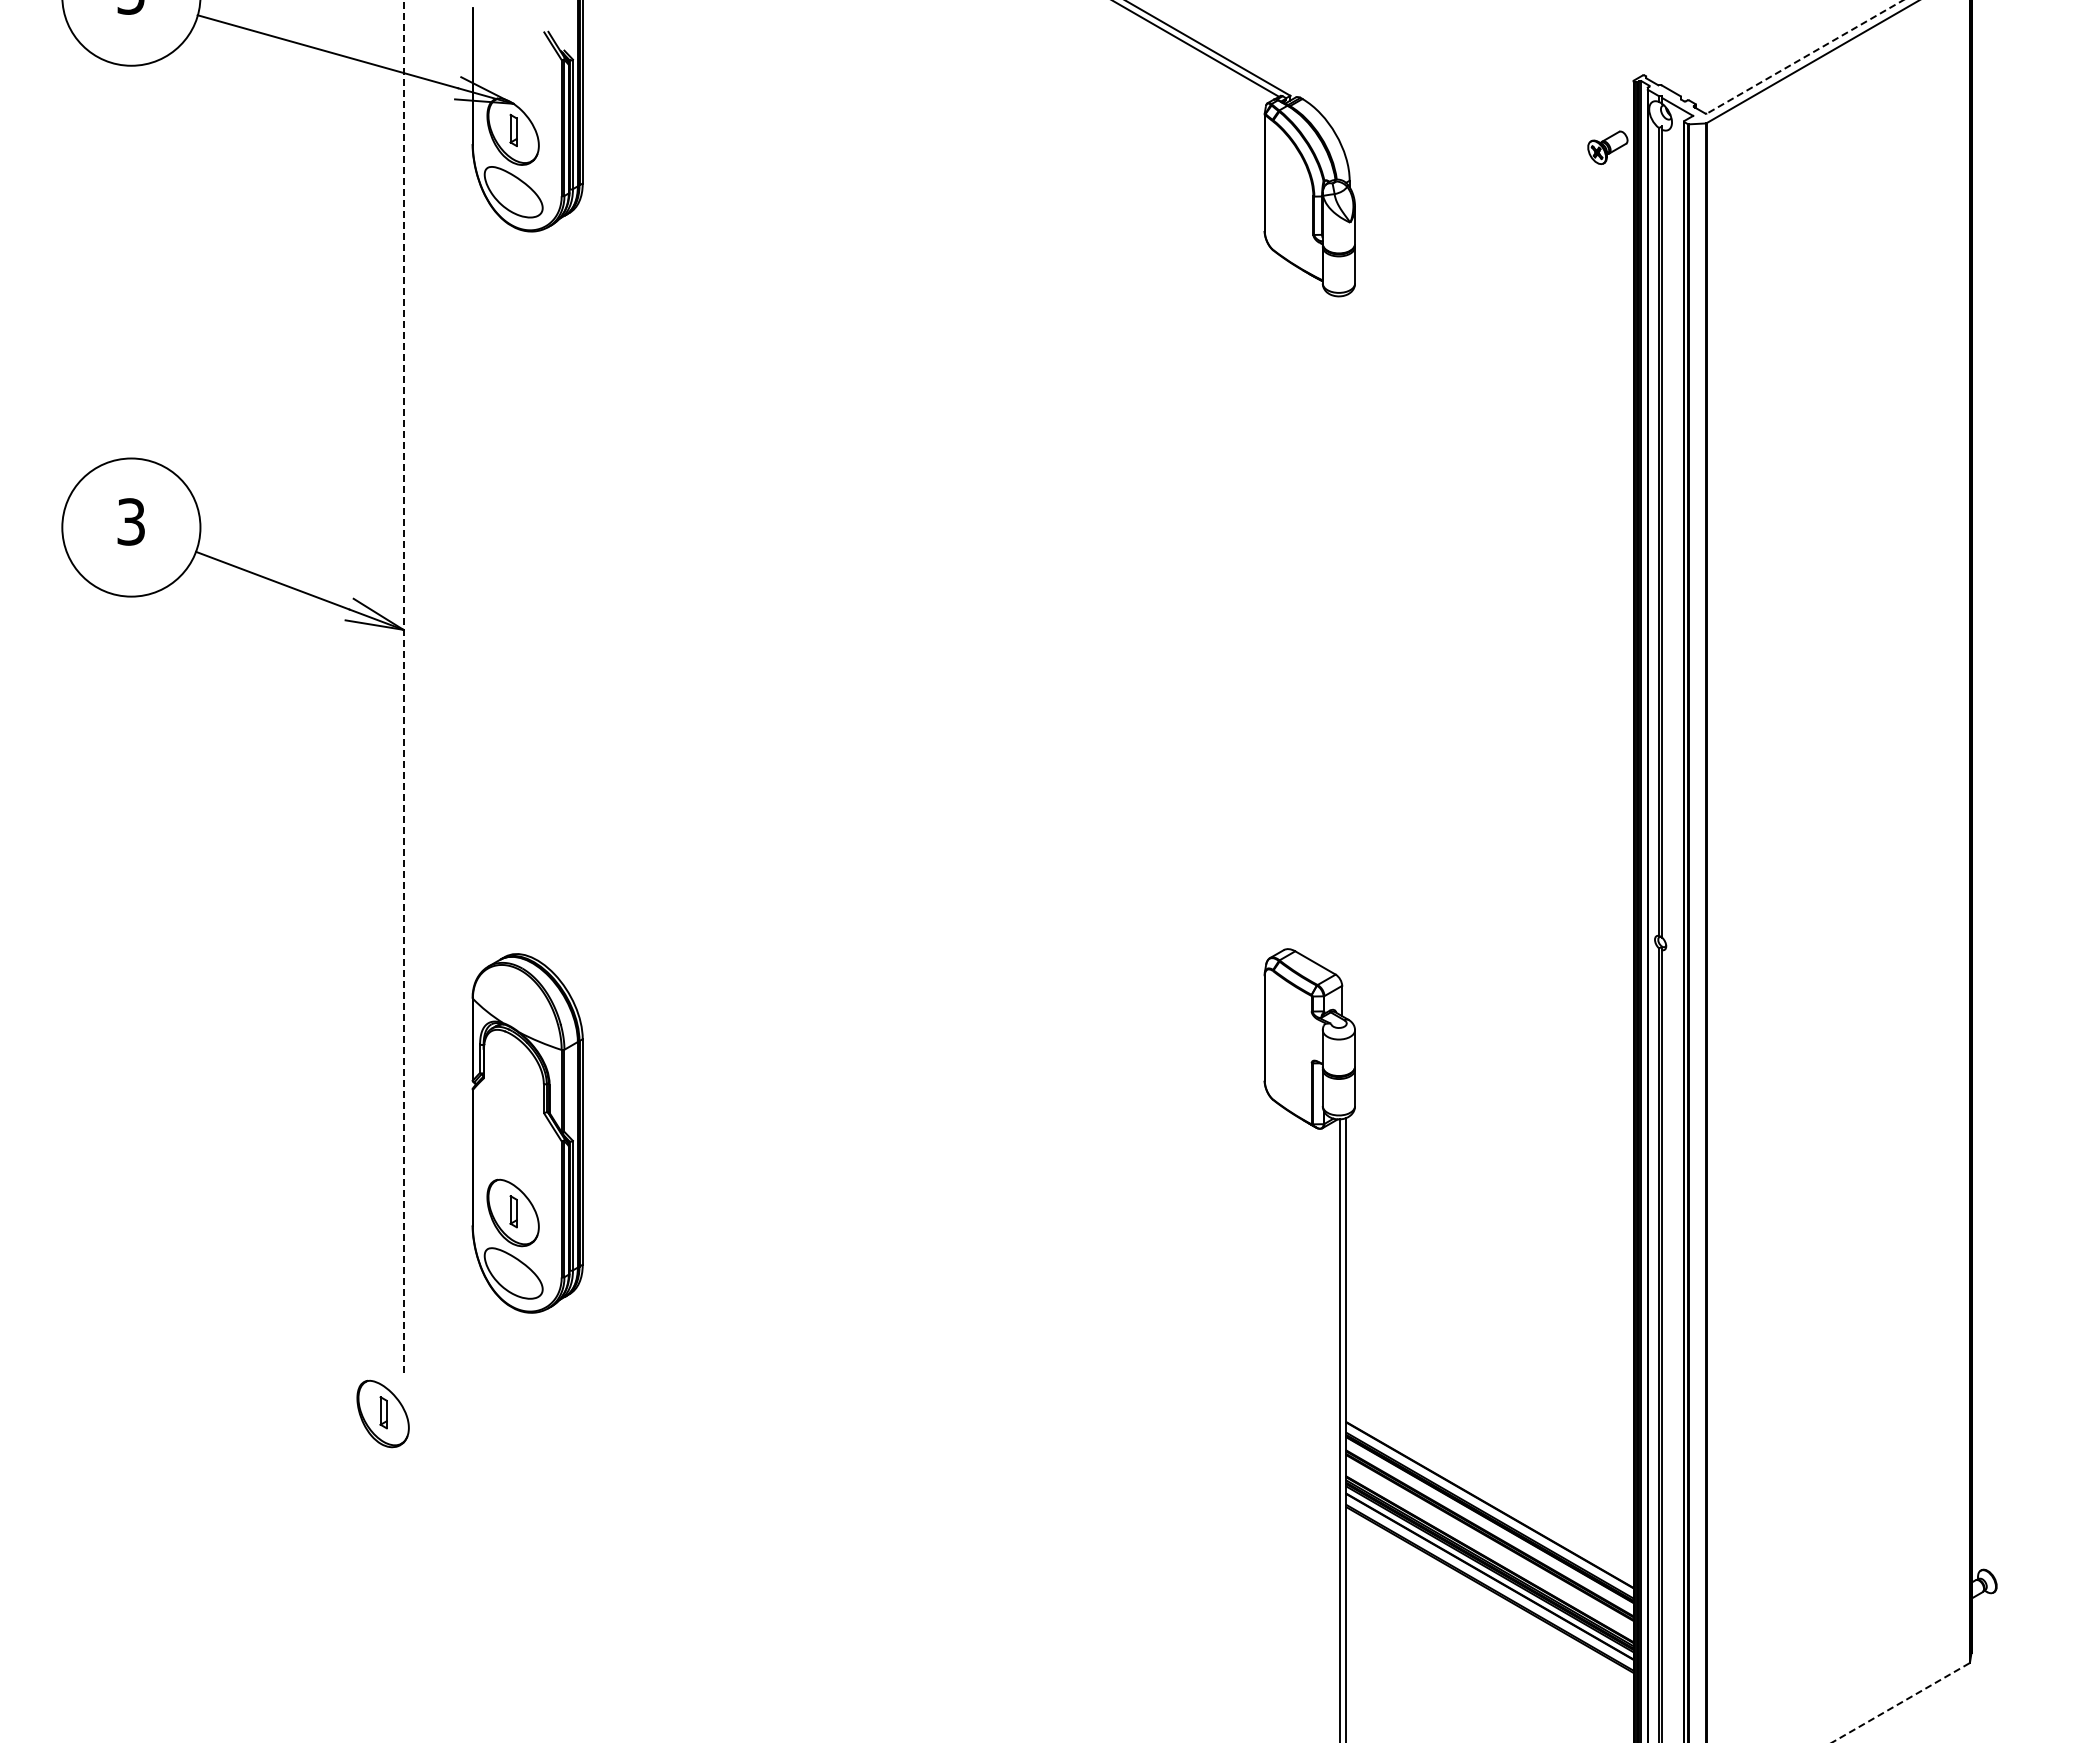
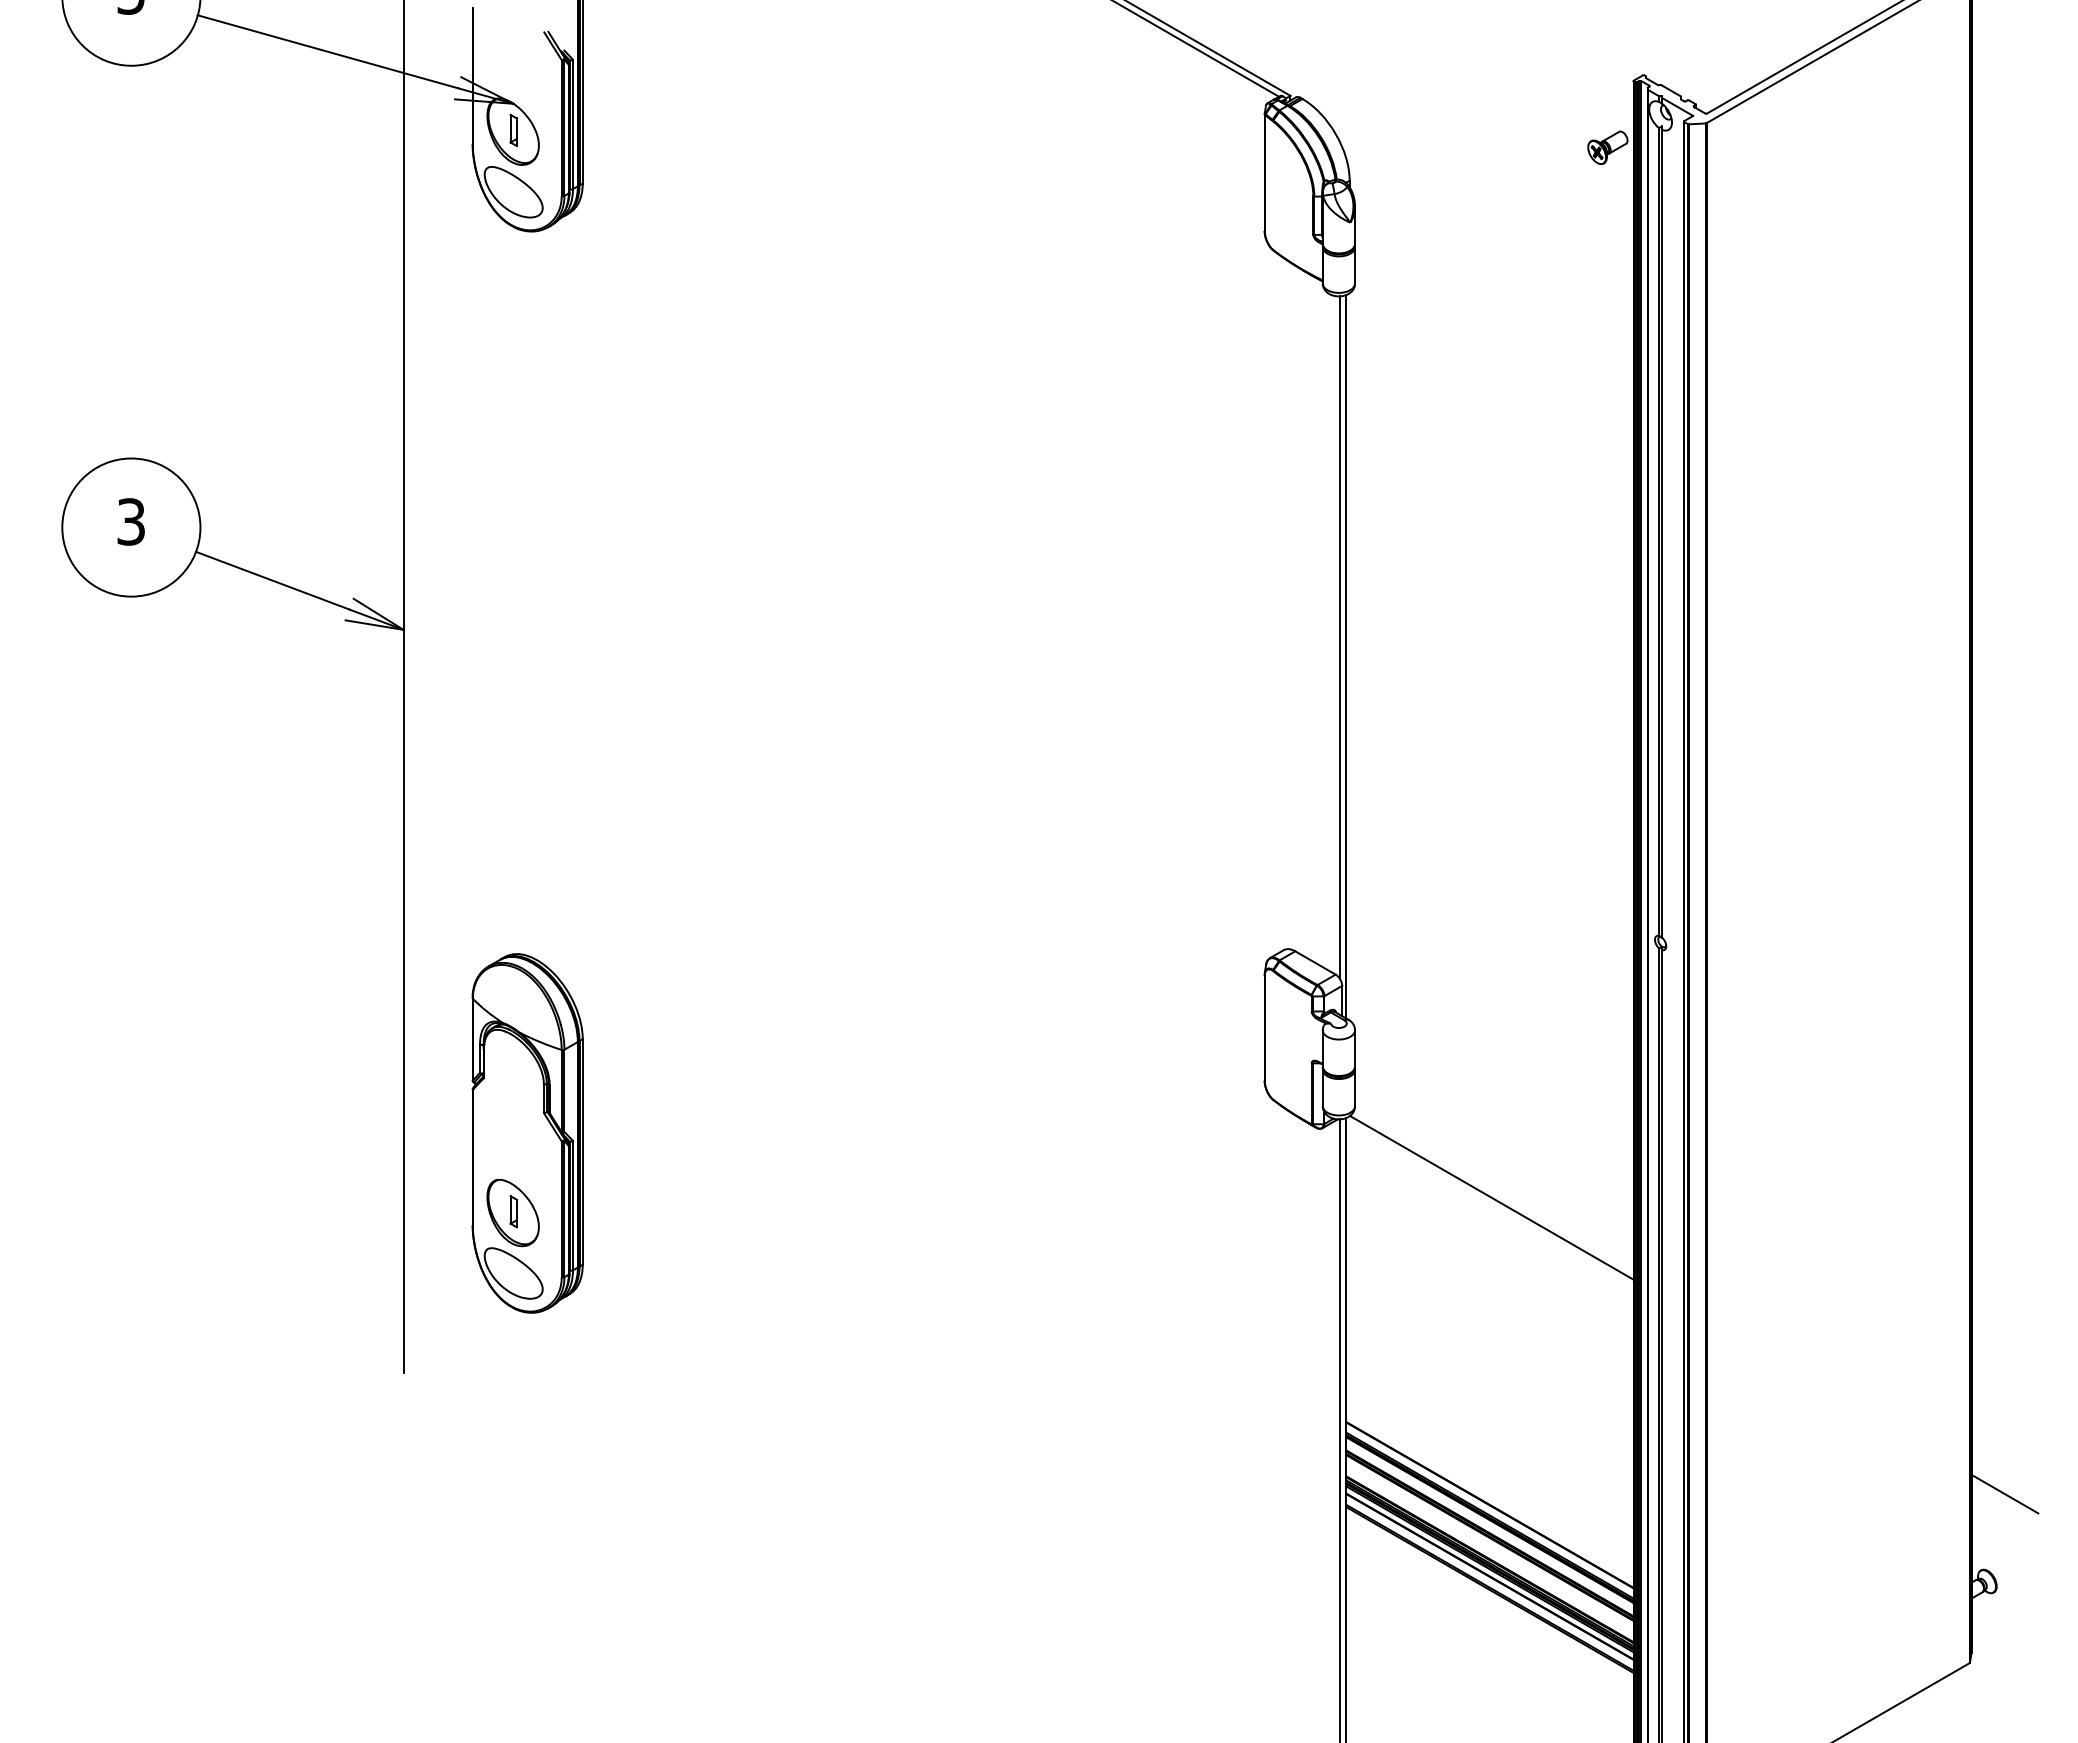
line at (1804, 57): dashed -> solid
line at (1339, 637): none -> present
line at (1346, 656): none -> present
line at (403, 685): dashed -> solid
line at (1491, 1197): none -> present
part at (382, 1413): present -> none
line at (2004, 1493): none -> present
line at (1900, 1703): dashed -> solid
